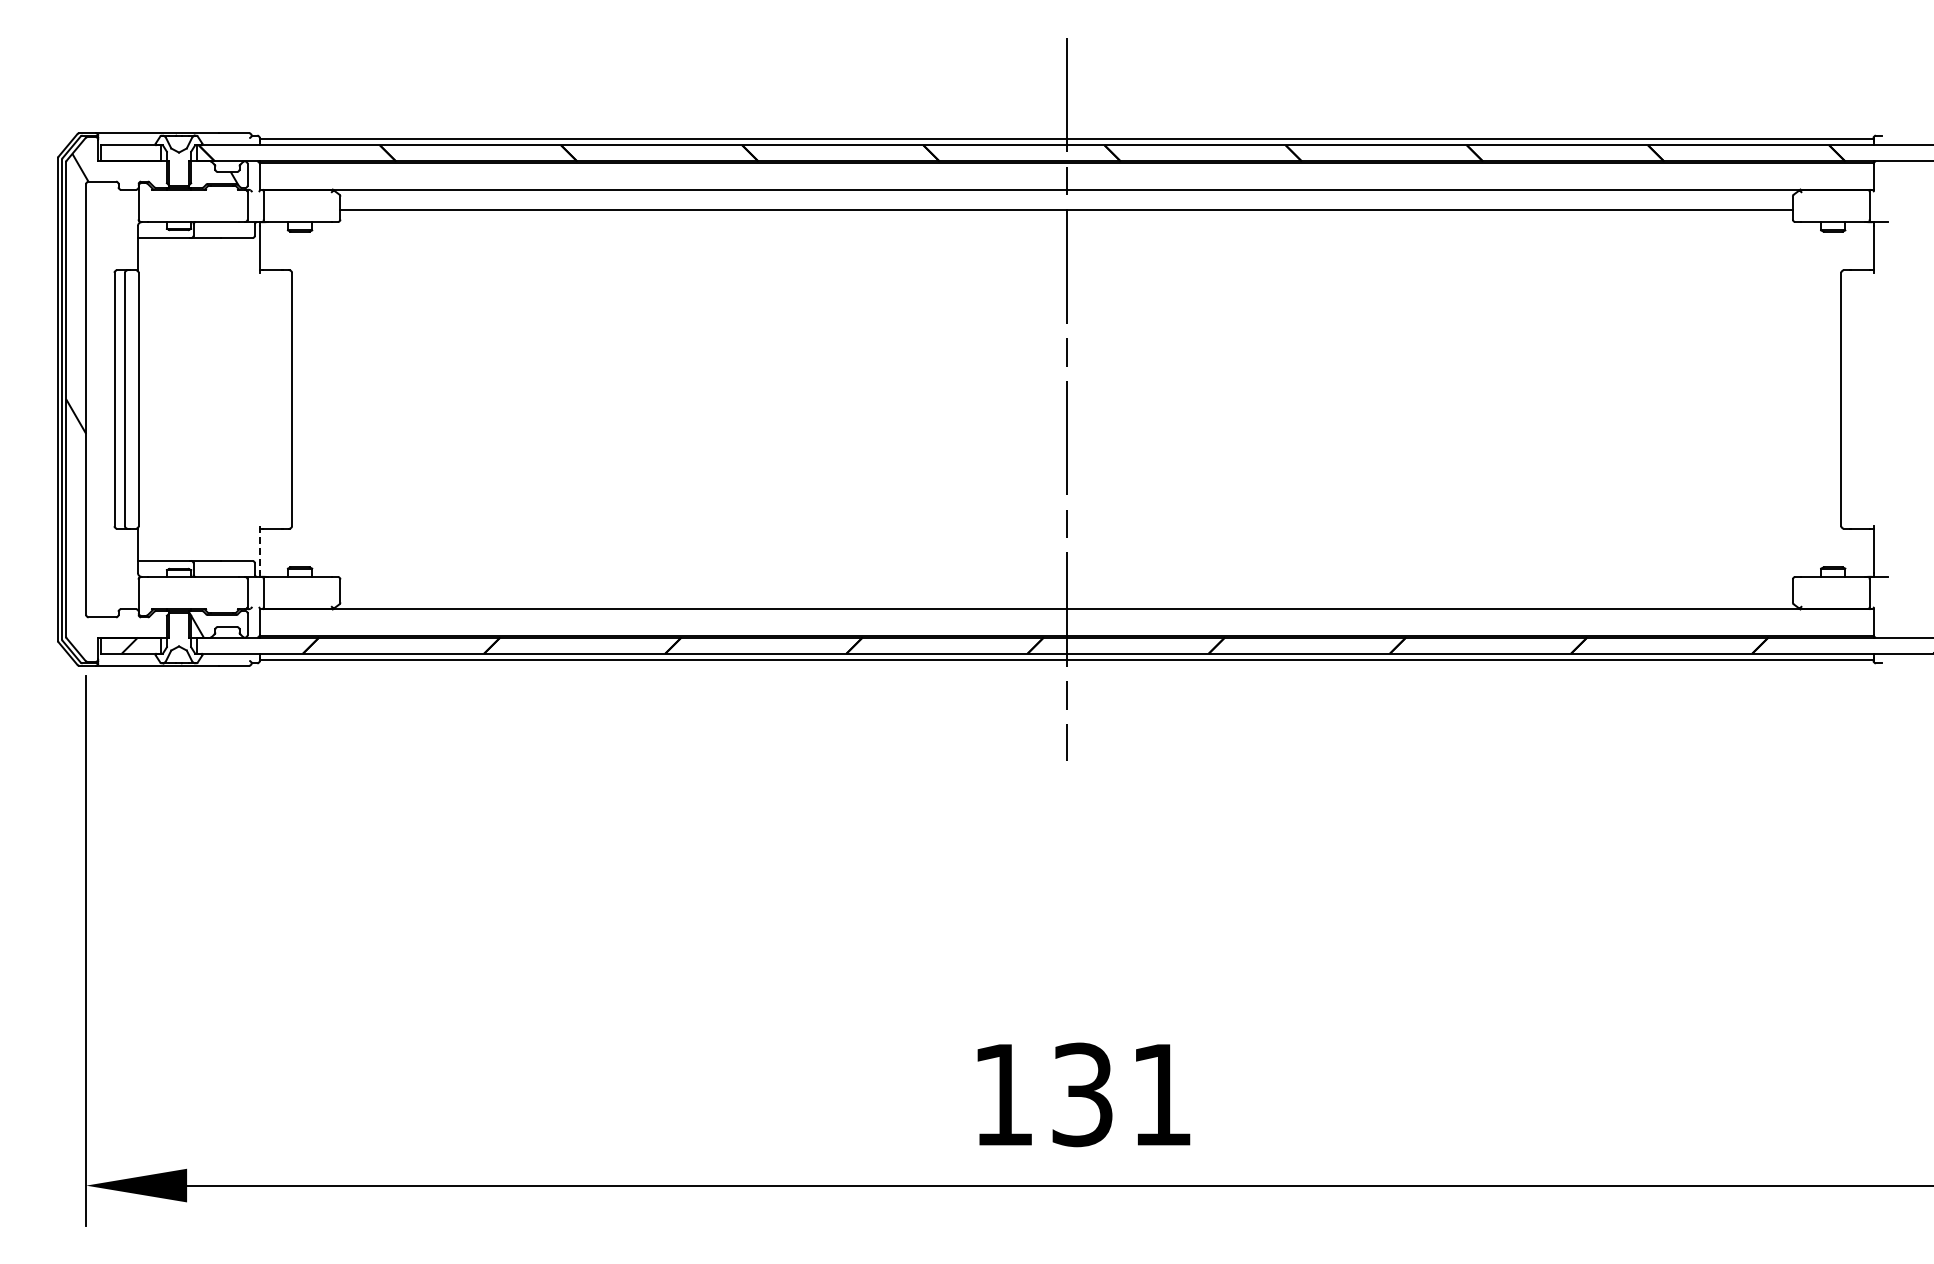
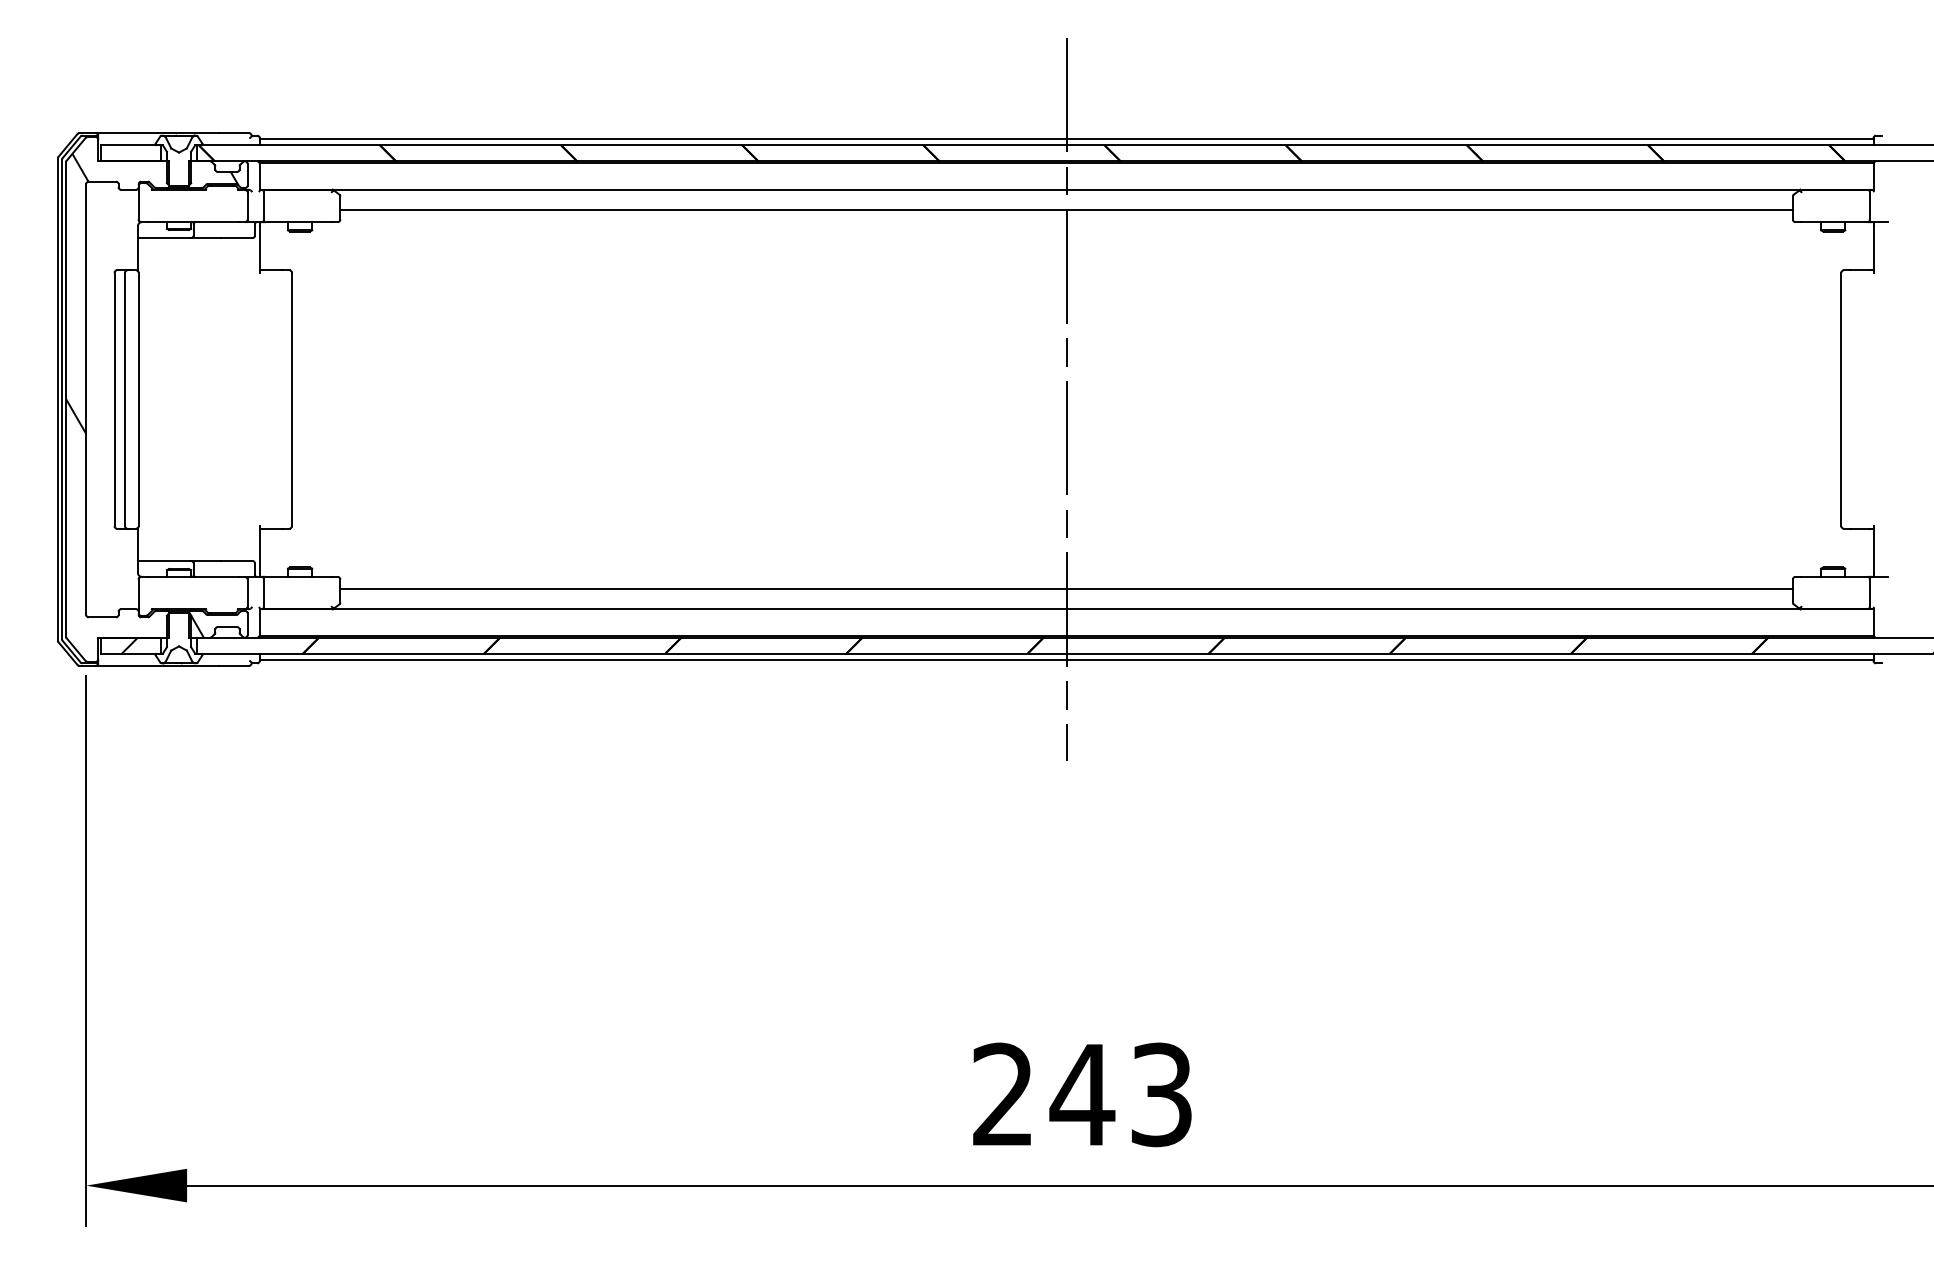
line at (259, 550): dashed -> solid
line at (1066, 589): none -> present
text at (1082, 1094): 131 -> 243
